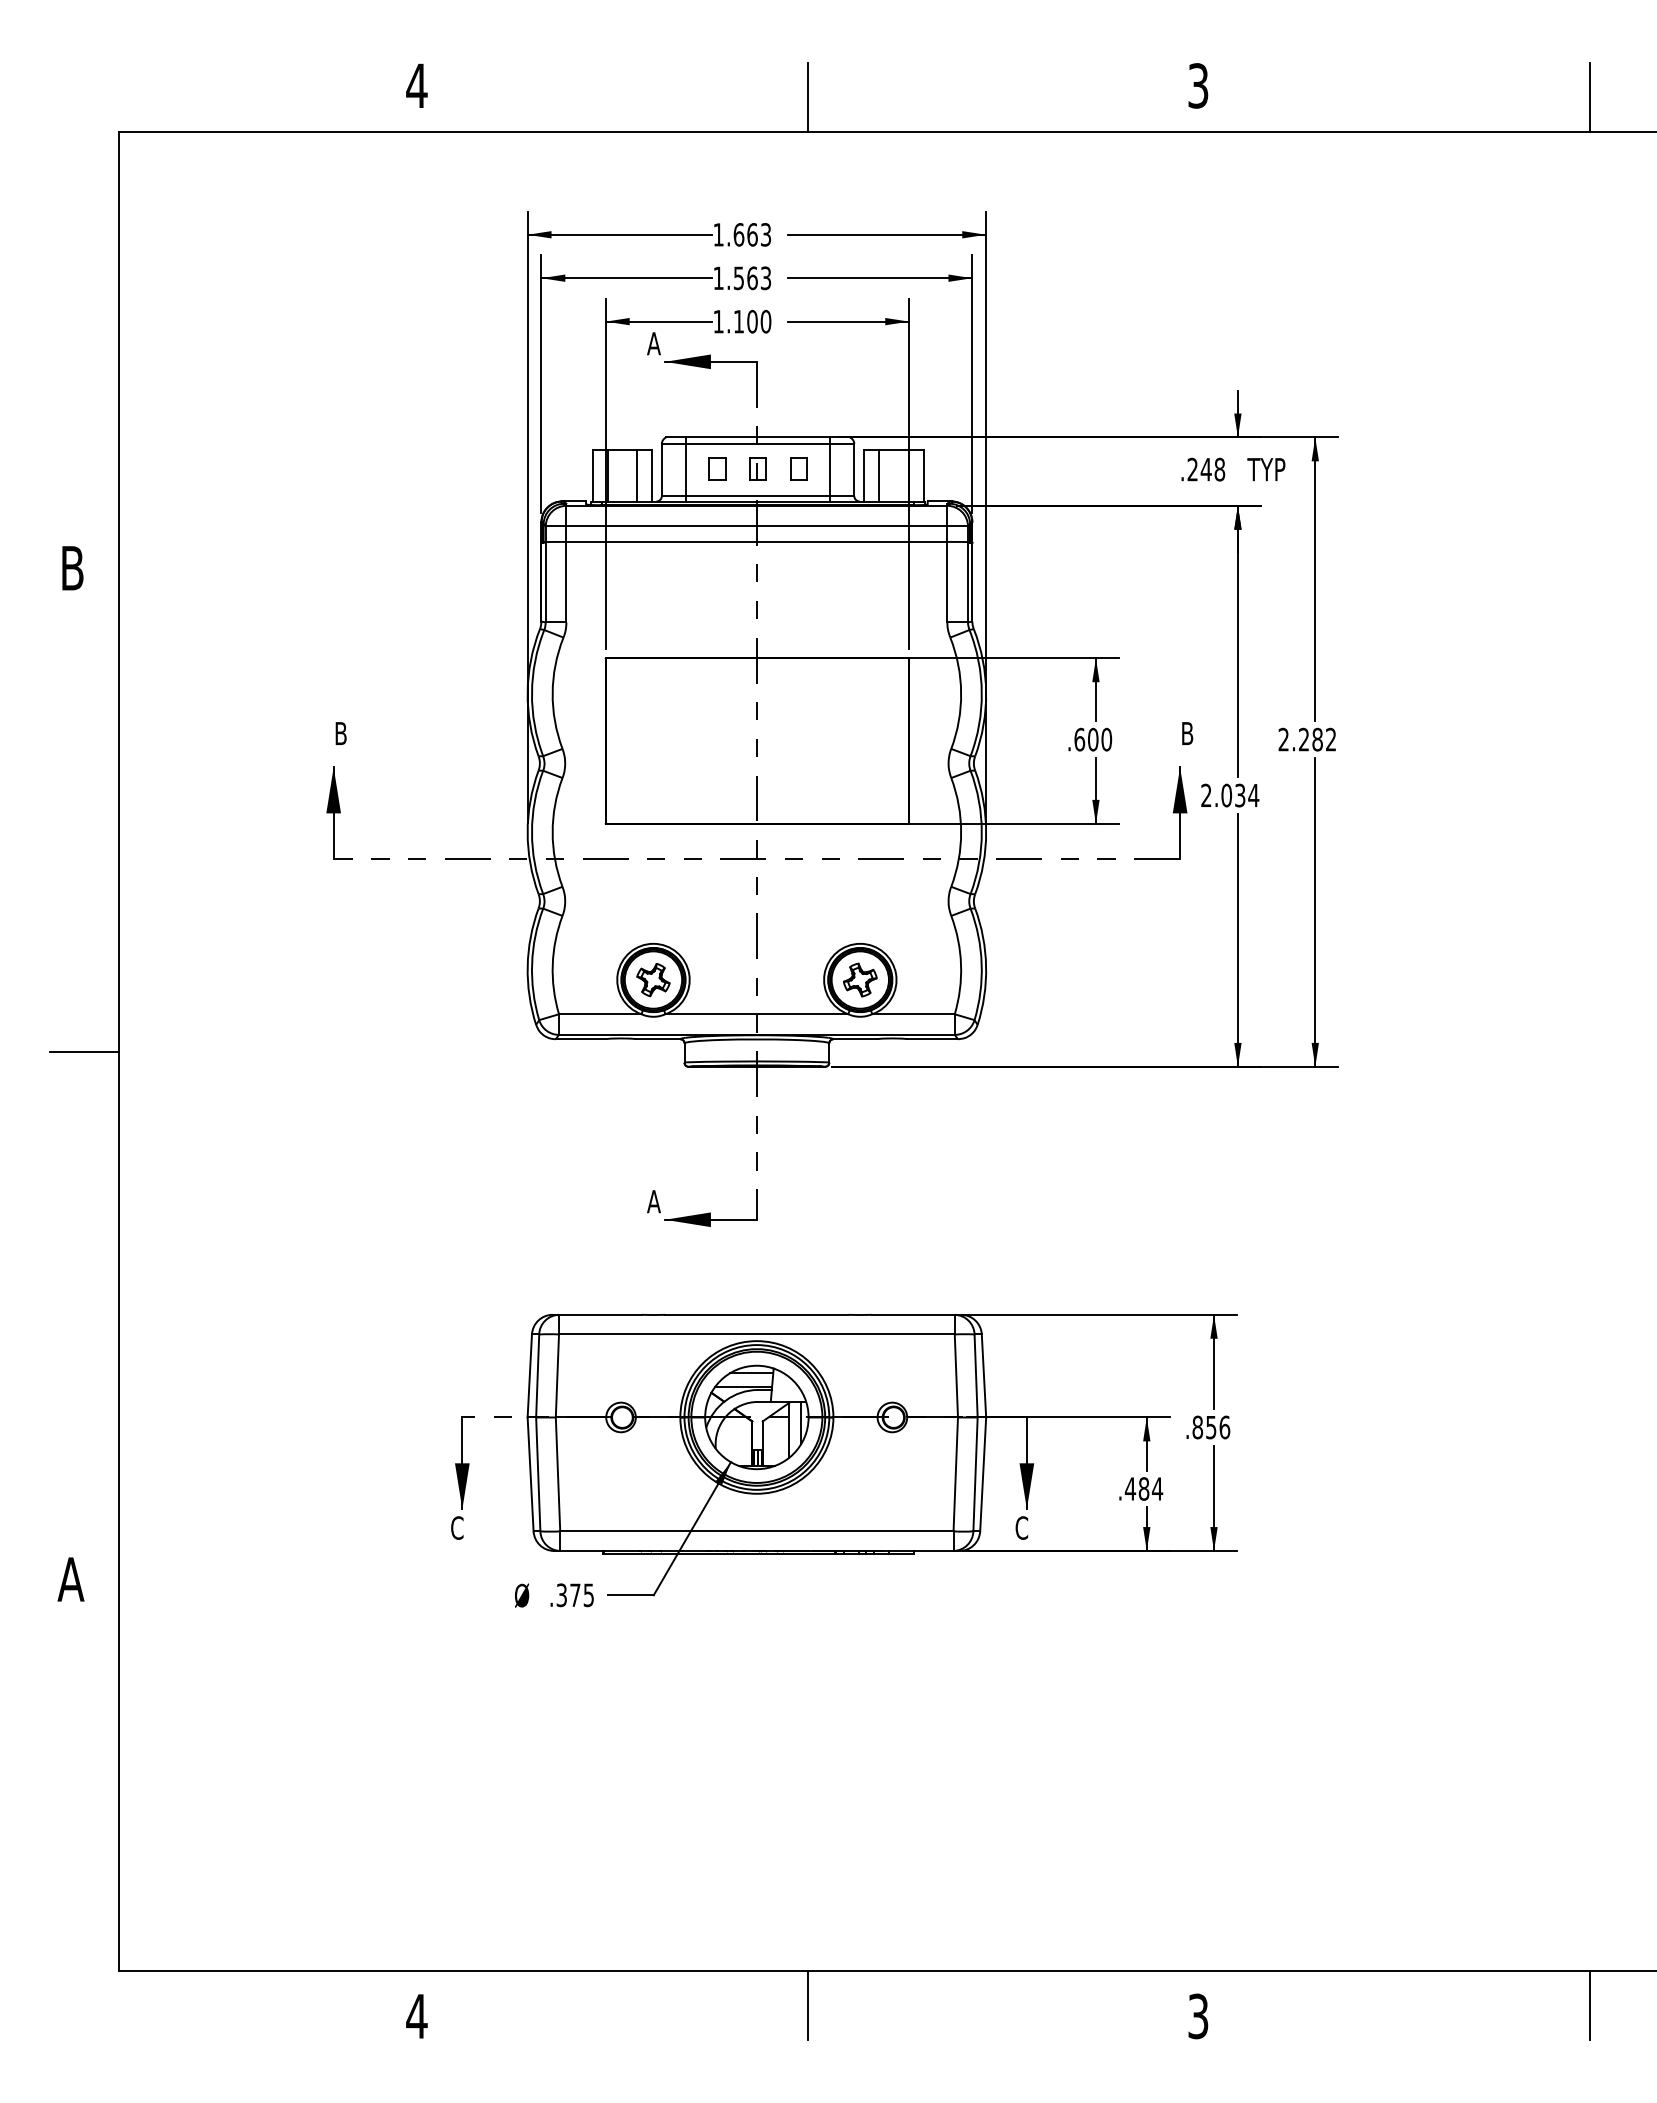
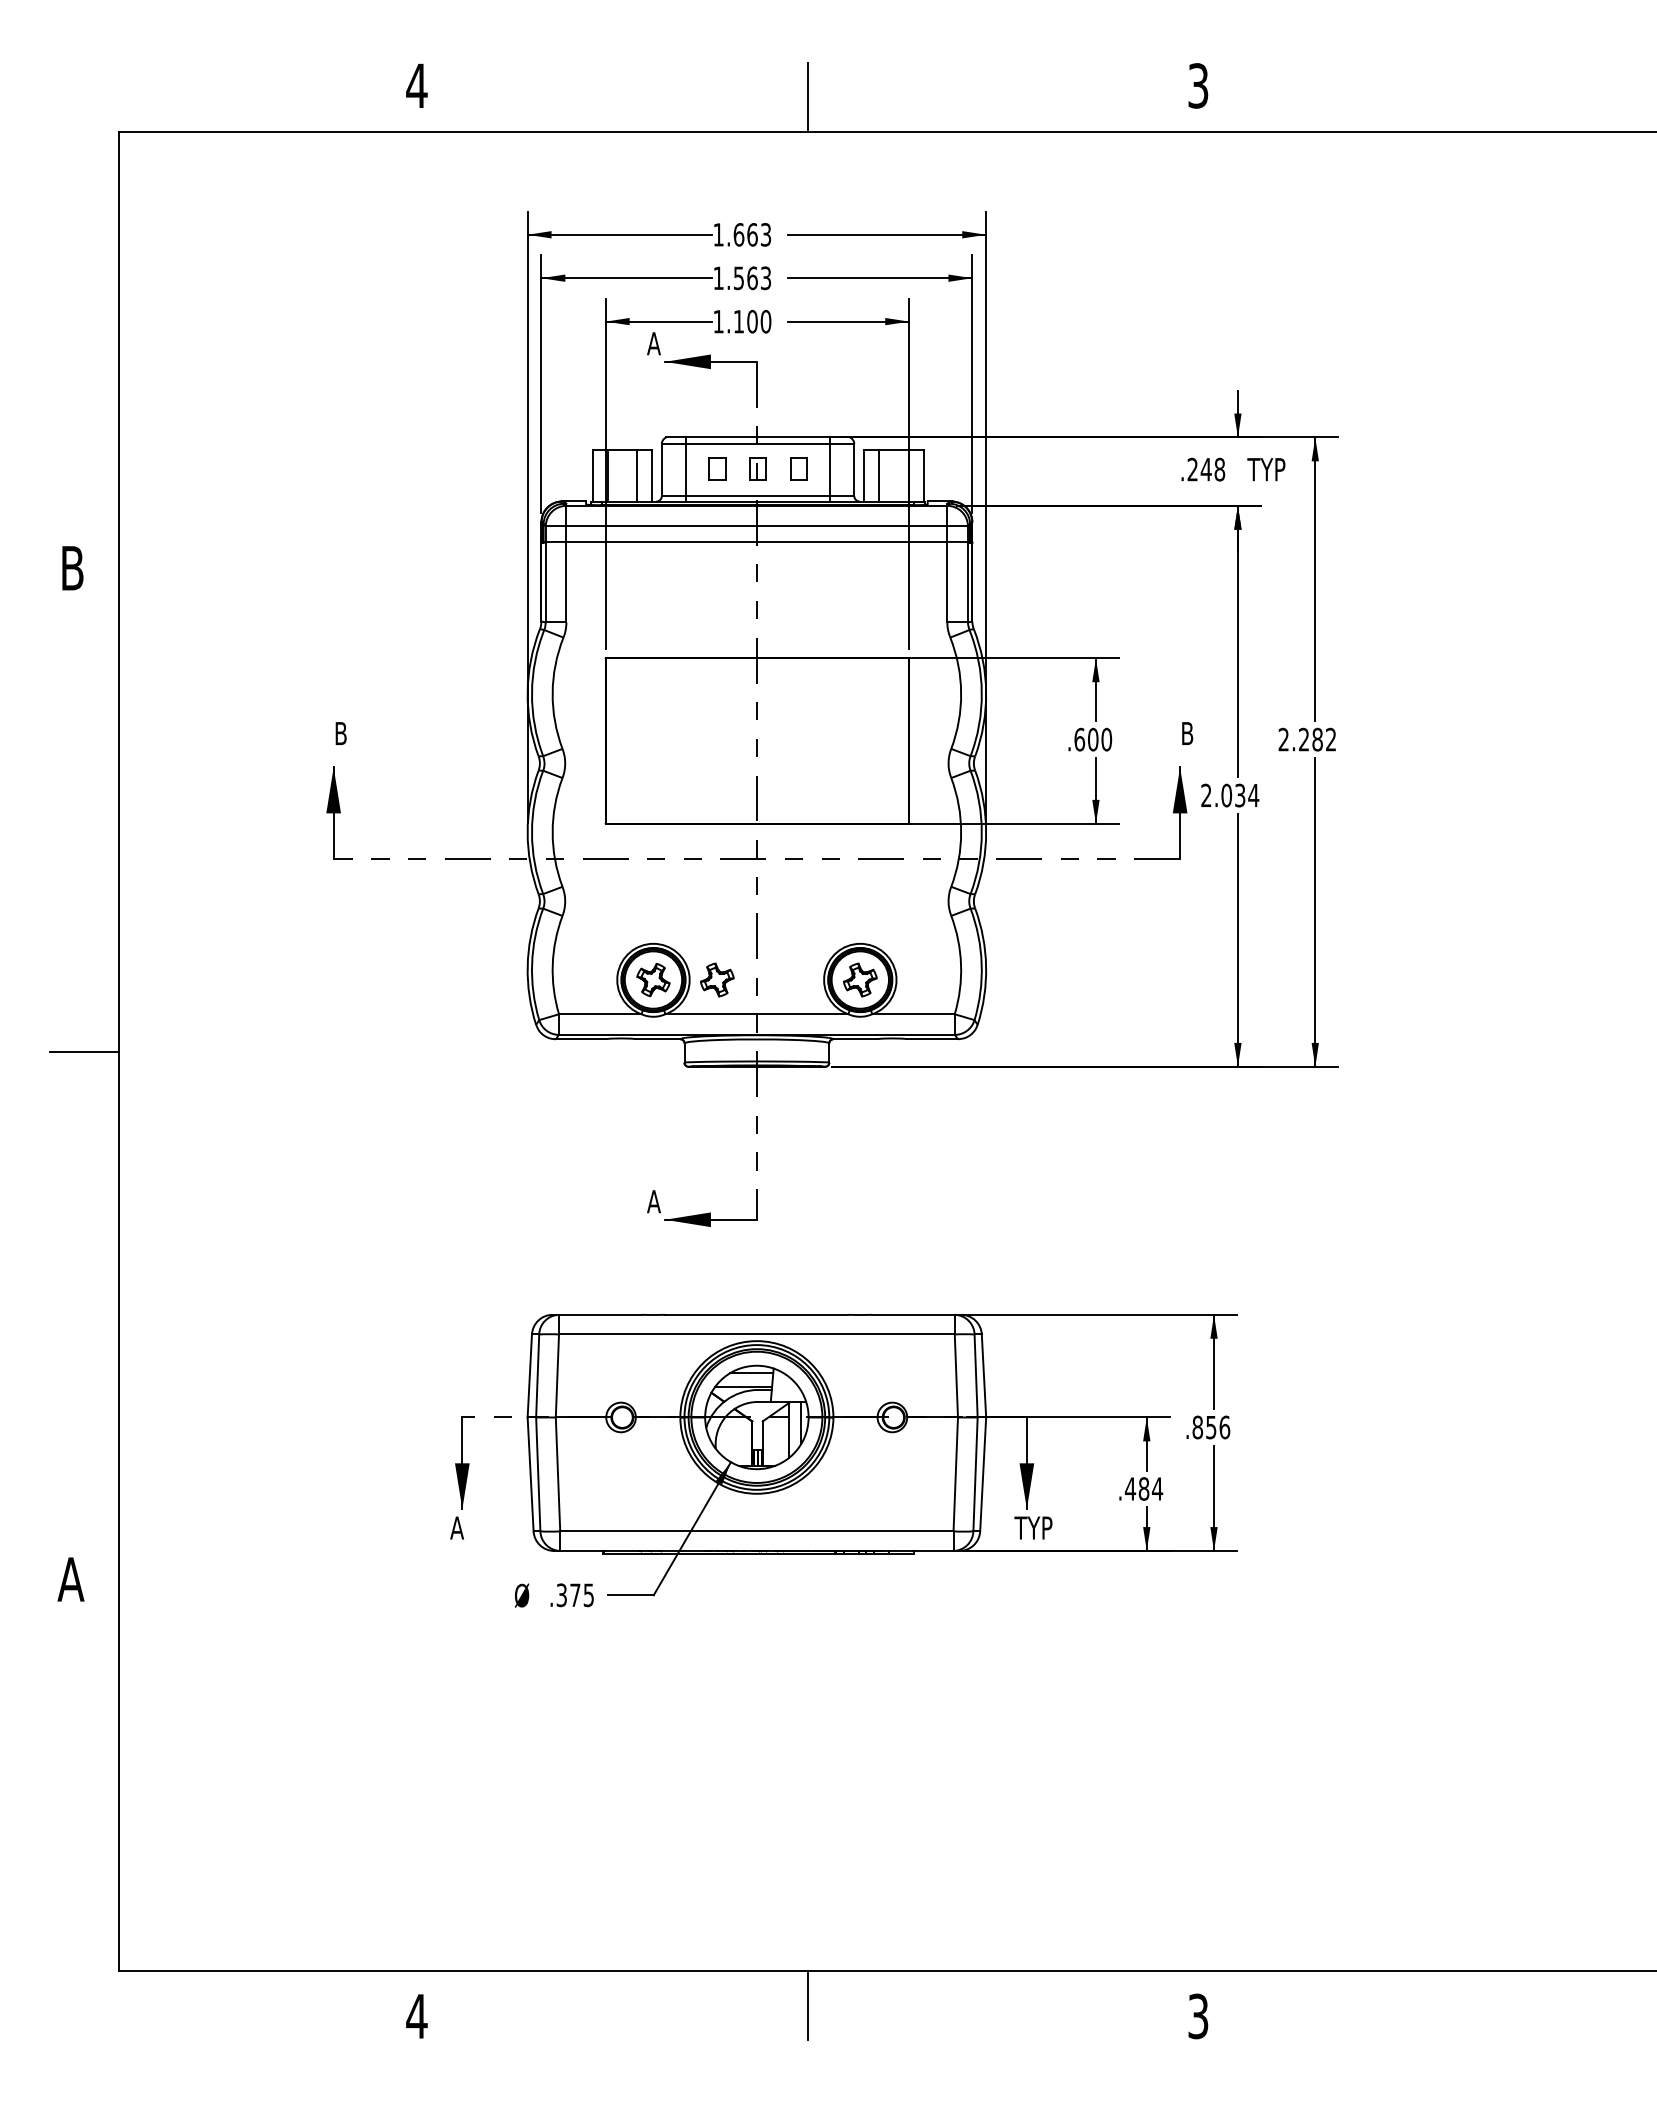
line at (1589, 97): present -> none
part at (717, 979): none -> present
text at (457, 1527): C -> A
text at (1033, 1527): C -> TYP
line at (1589, 2004): present -> none
